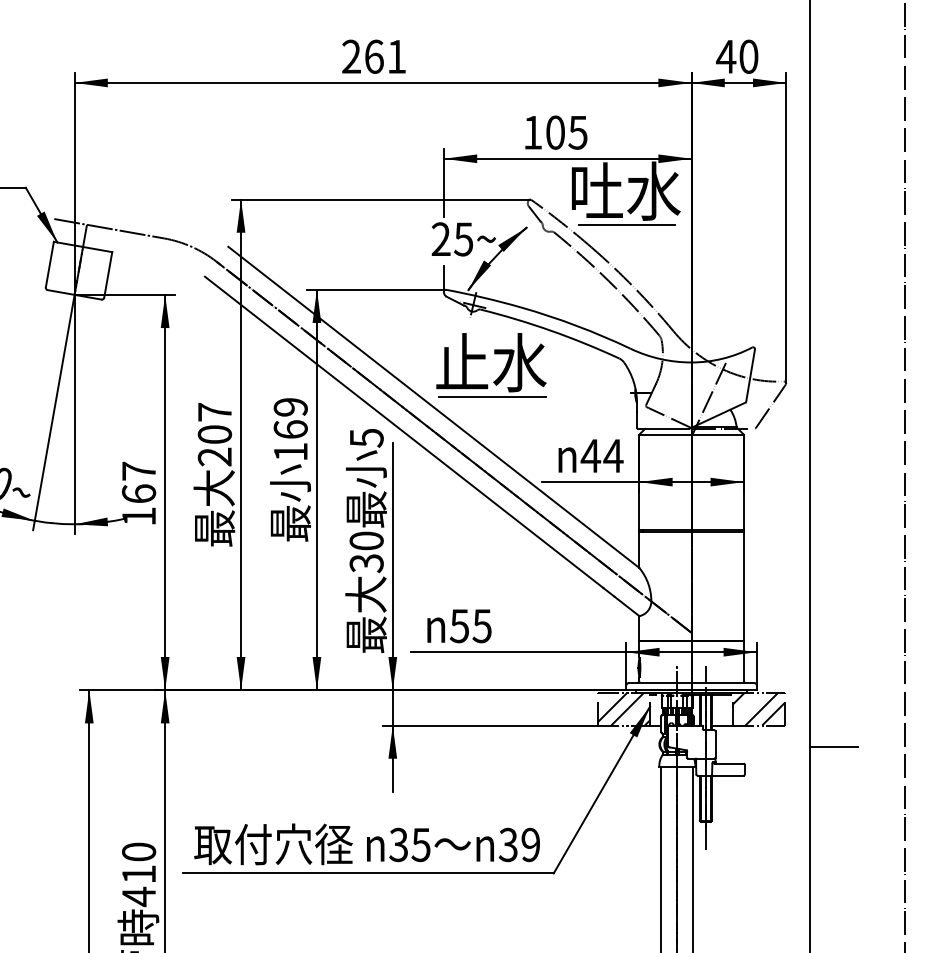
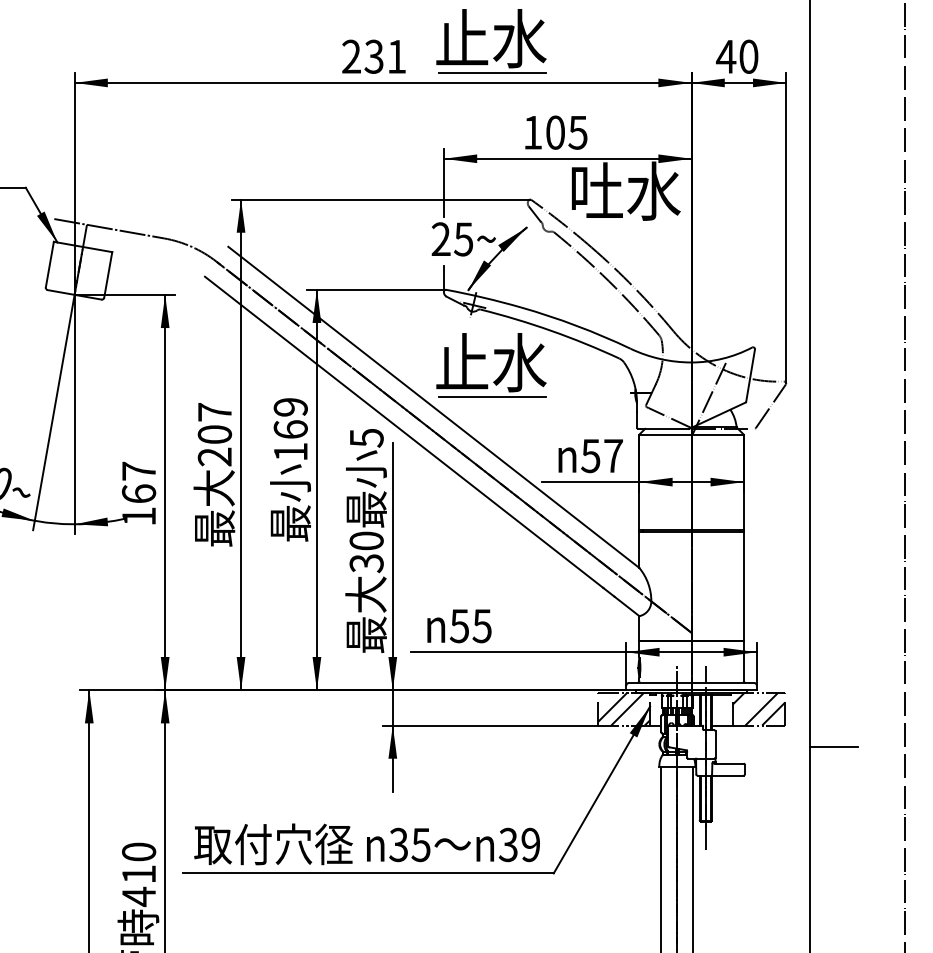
part at (485, 35): none -> present
text at (373, 56): 261 -> 231
line at (626, 225): present -> none
text at (601, 456): 44 -> 57
